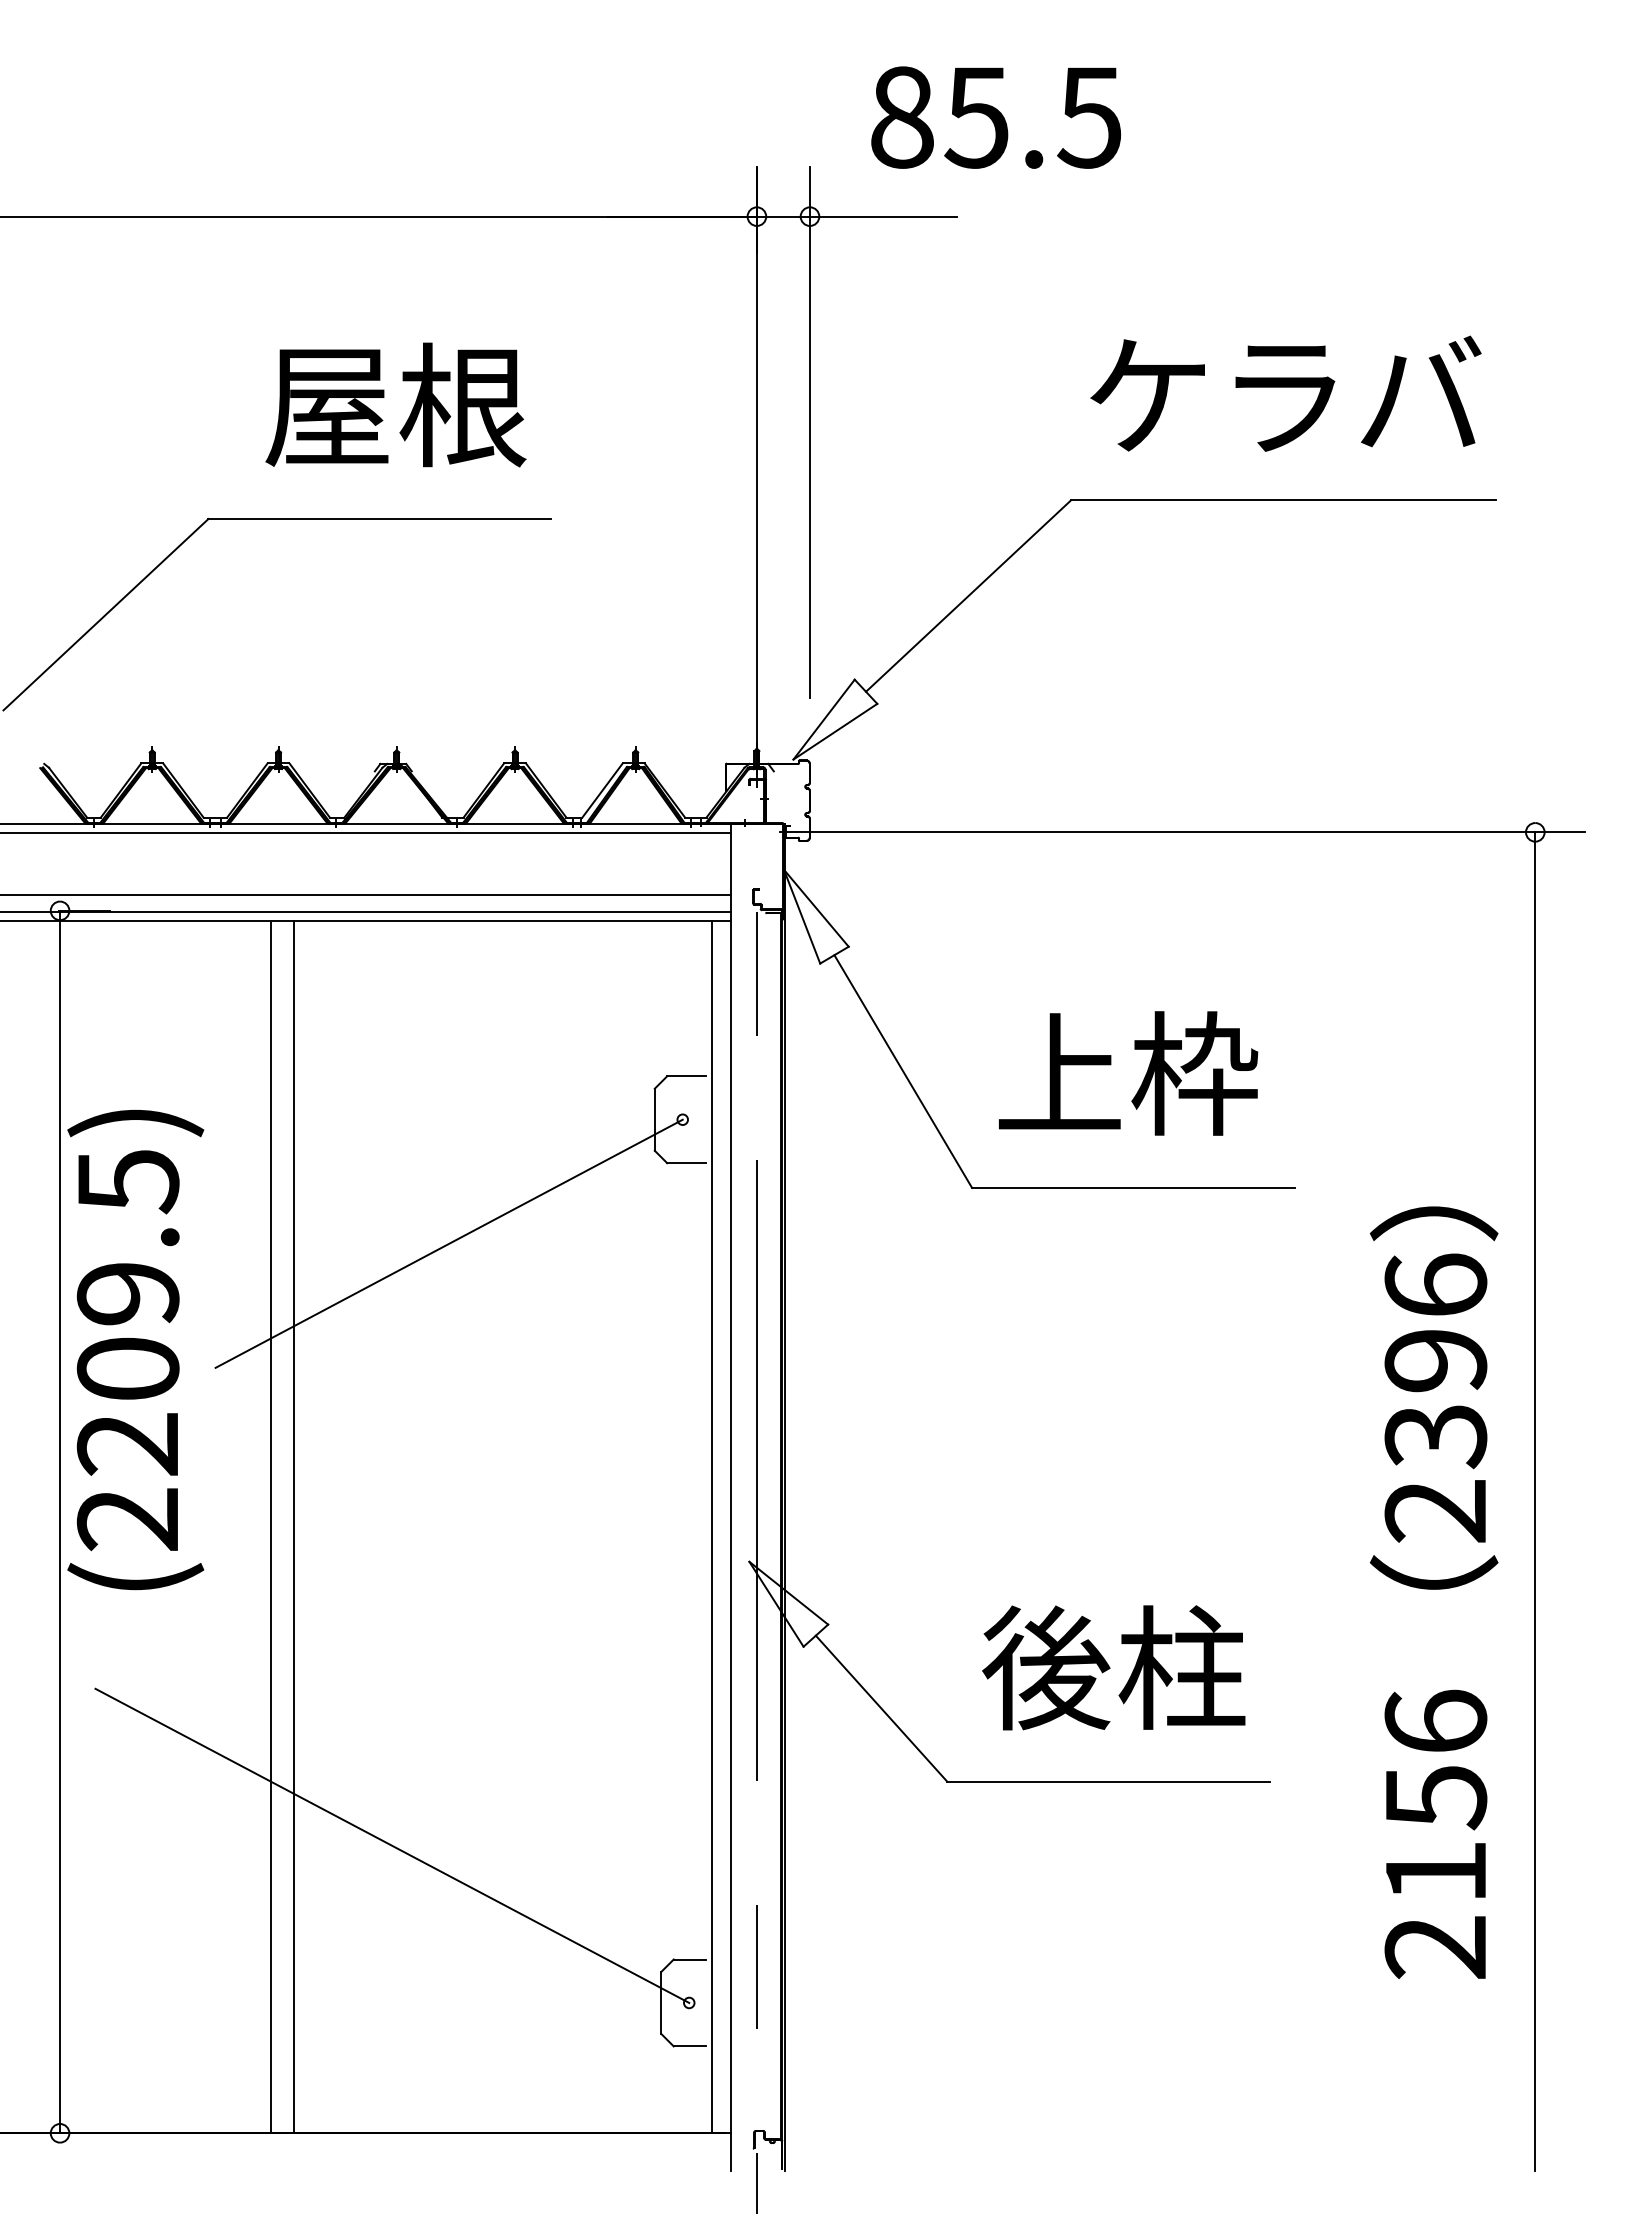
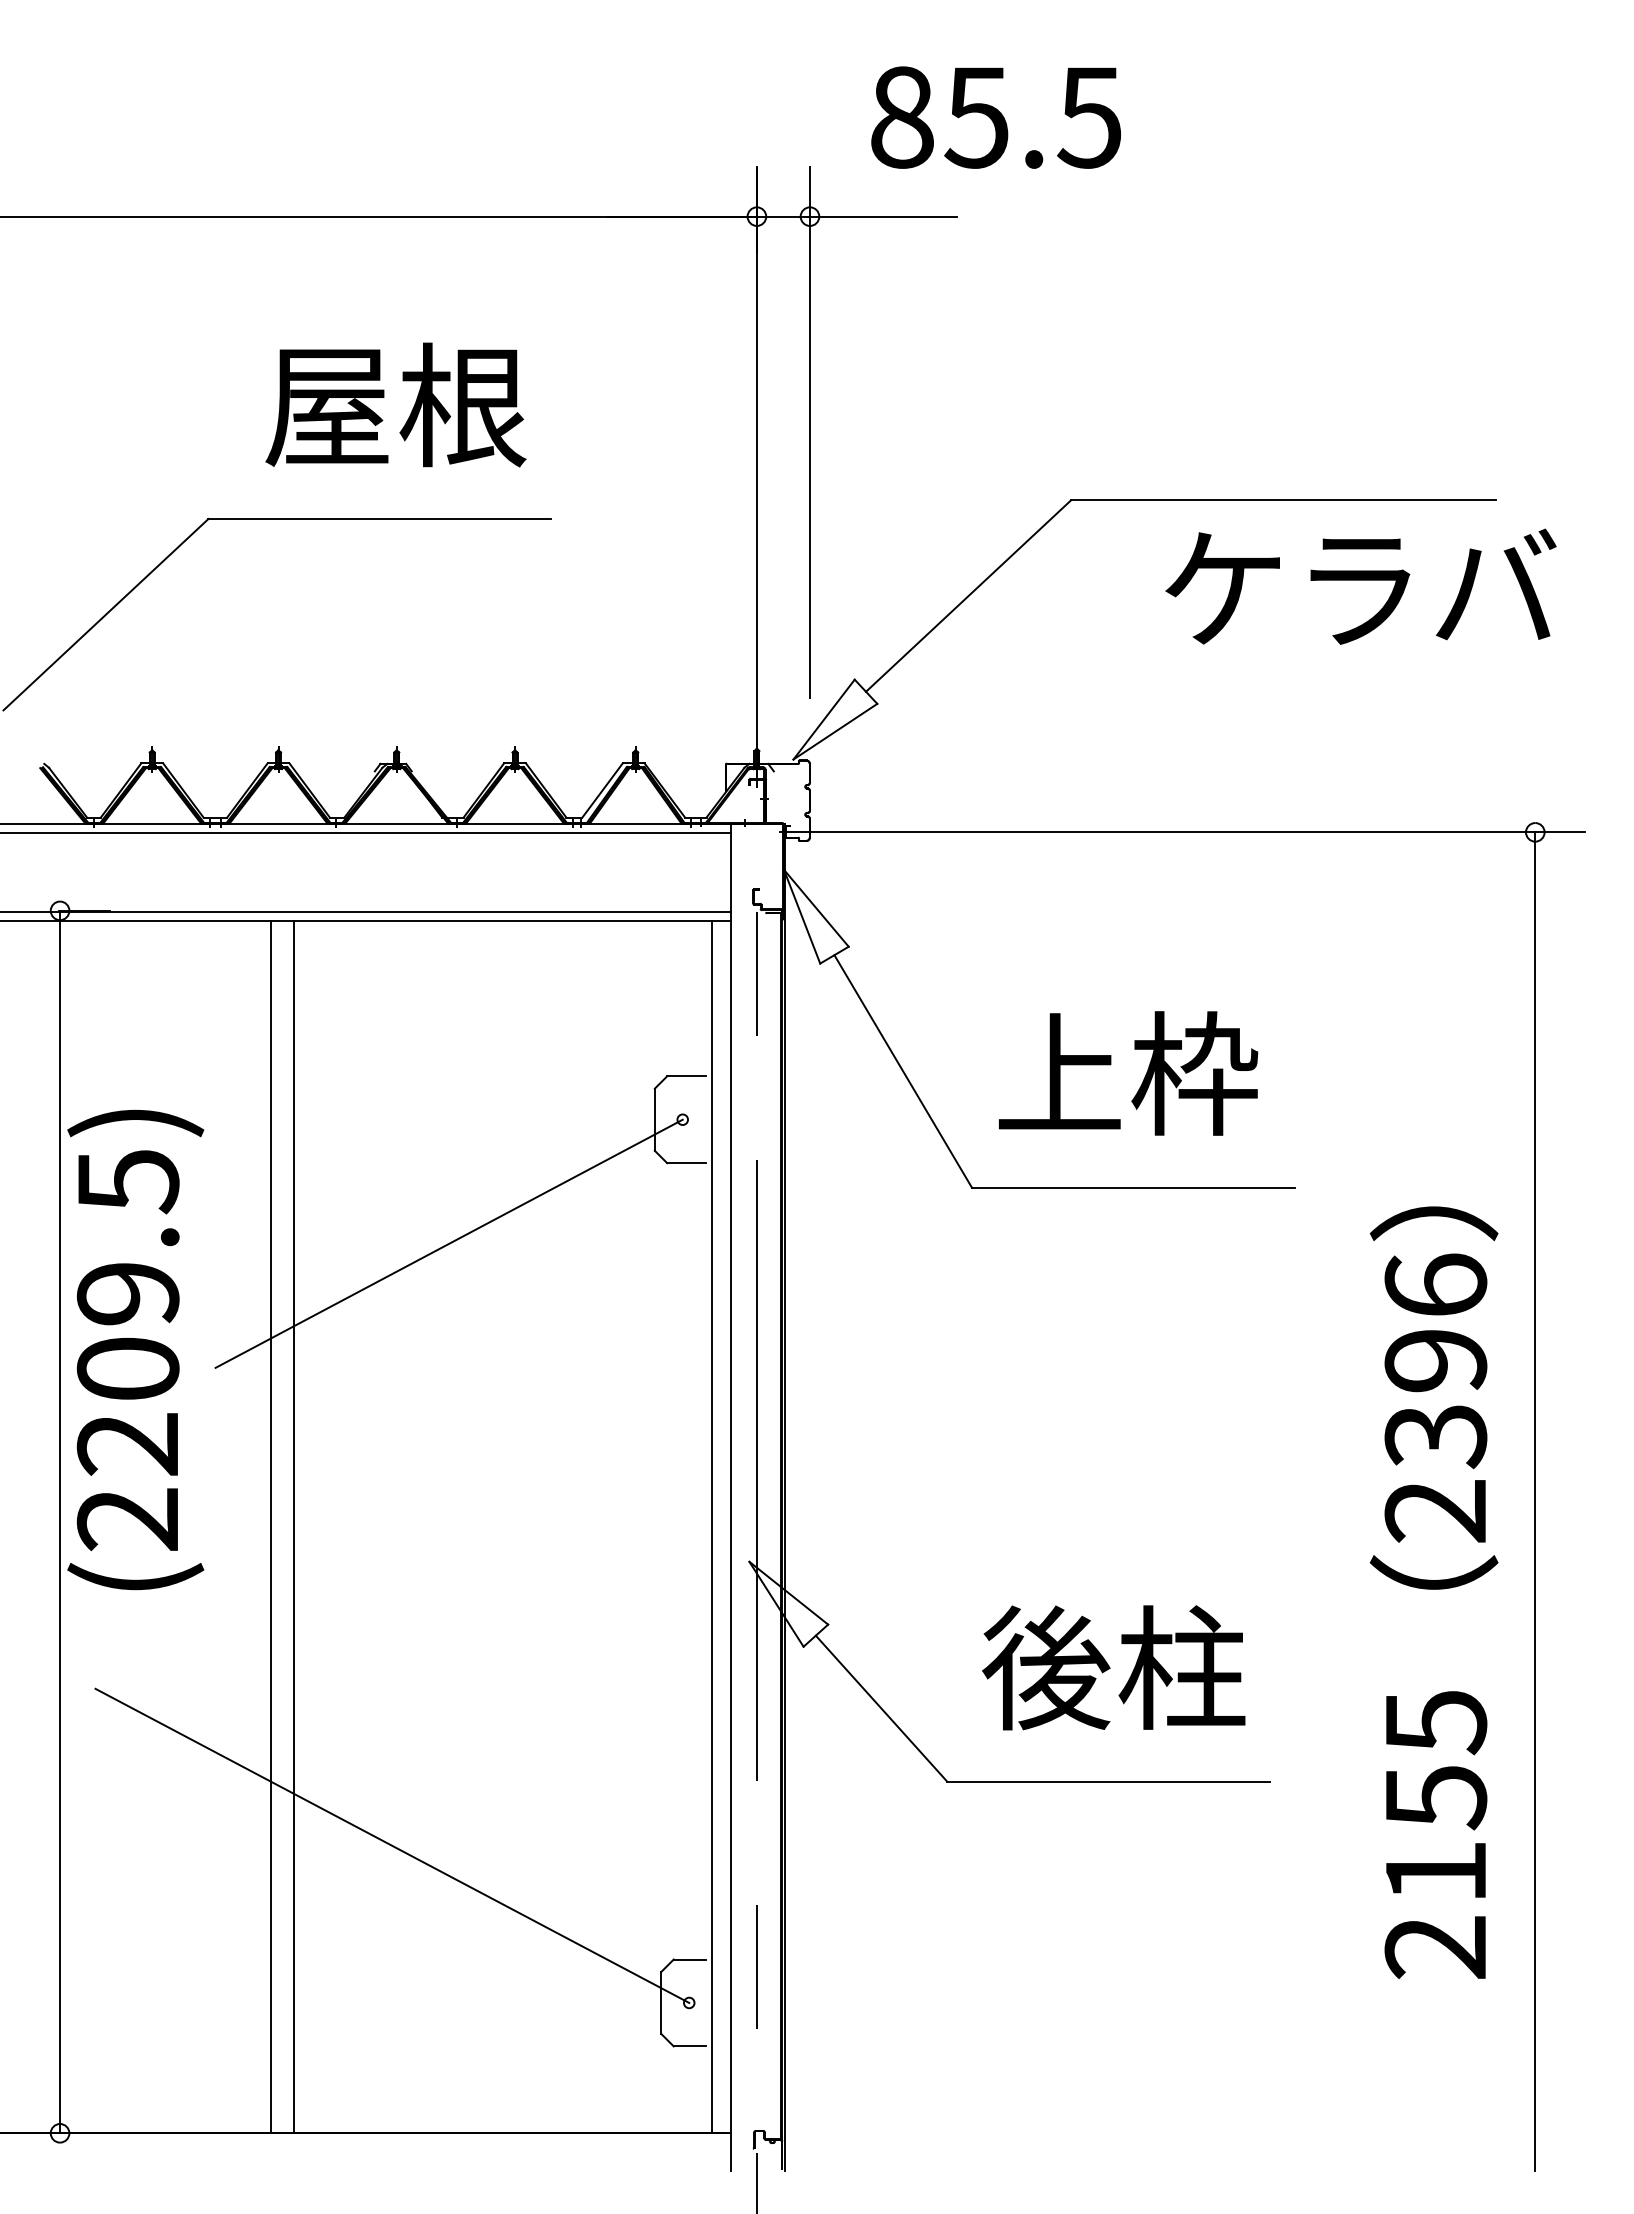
text at (1285, 393) position: (1285, 393) -> (1360, 586)
line at (366, 894): present -> none
text at (1435, 1722): 2156 -> 2155
